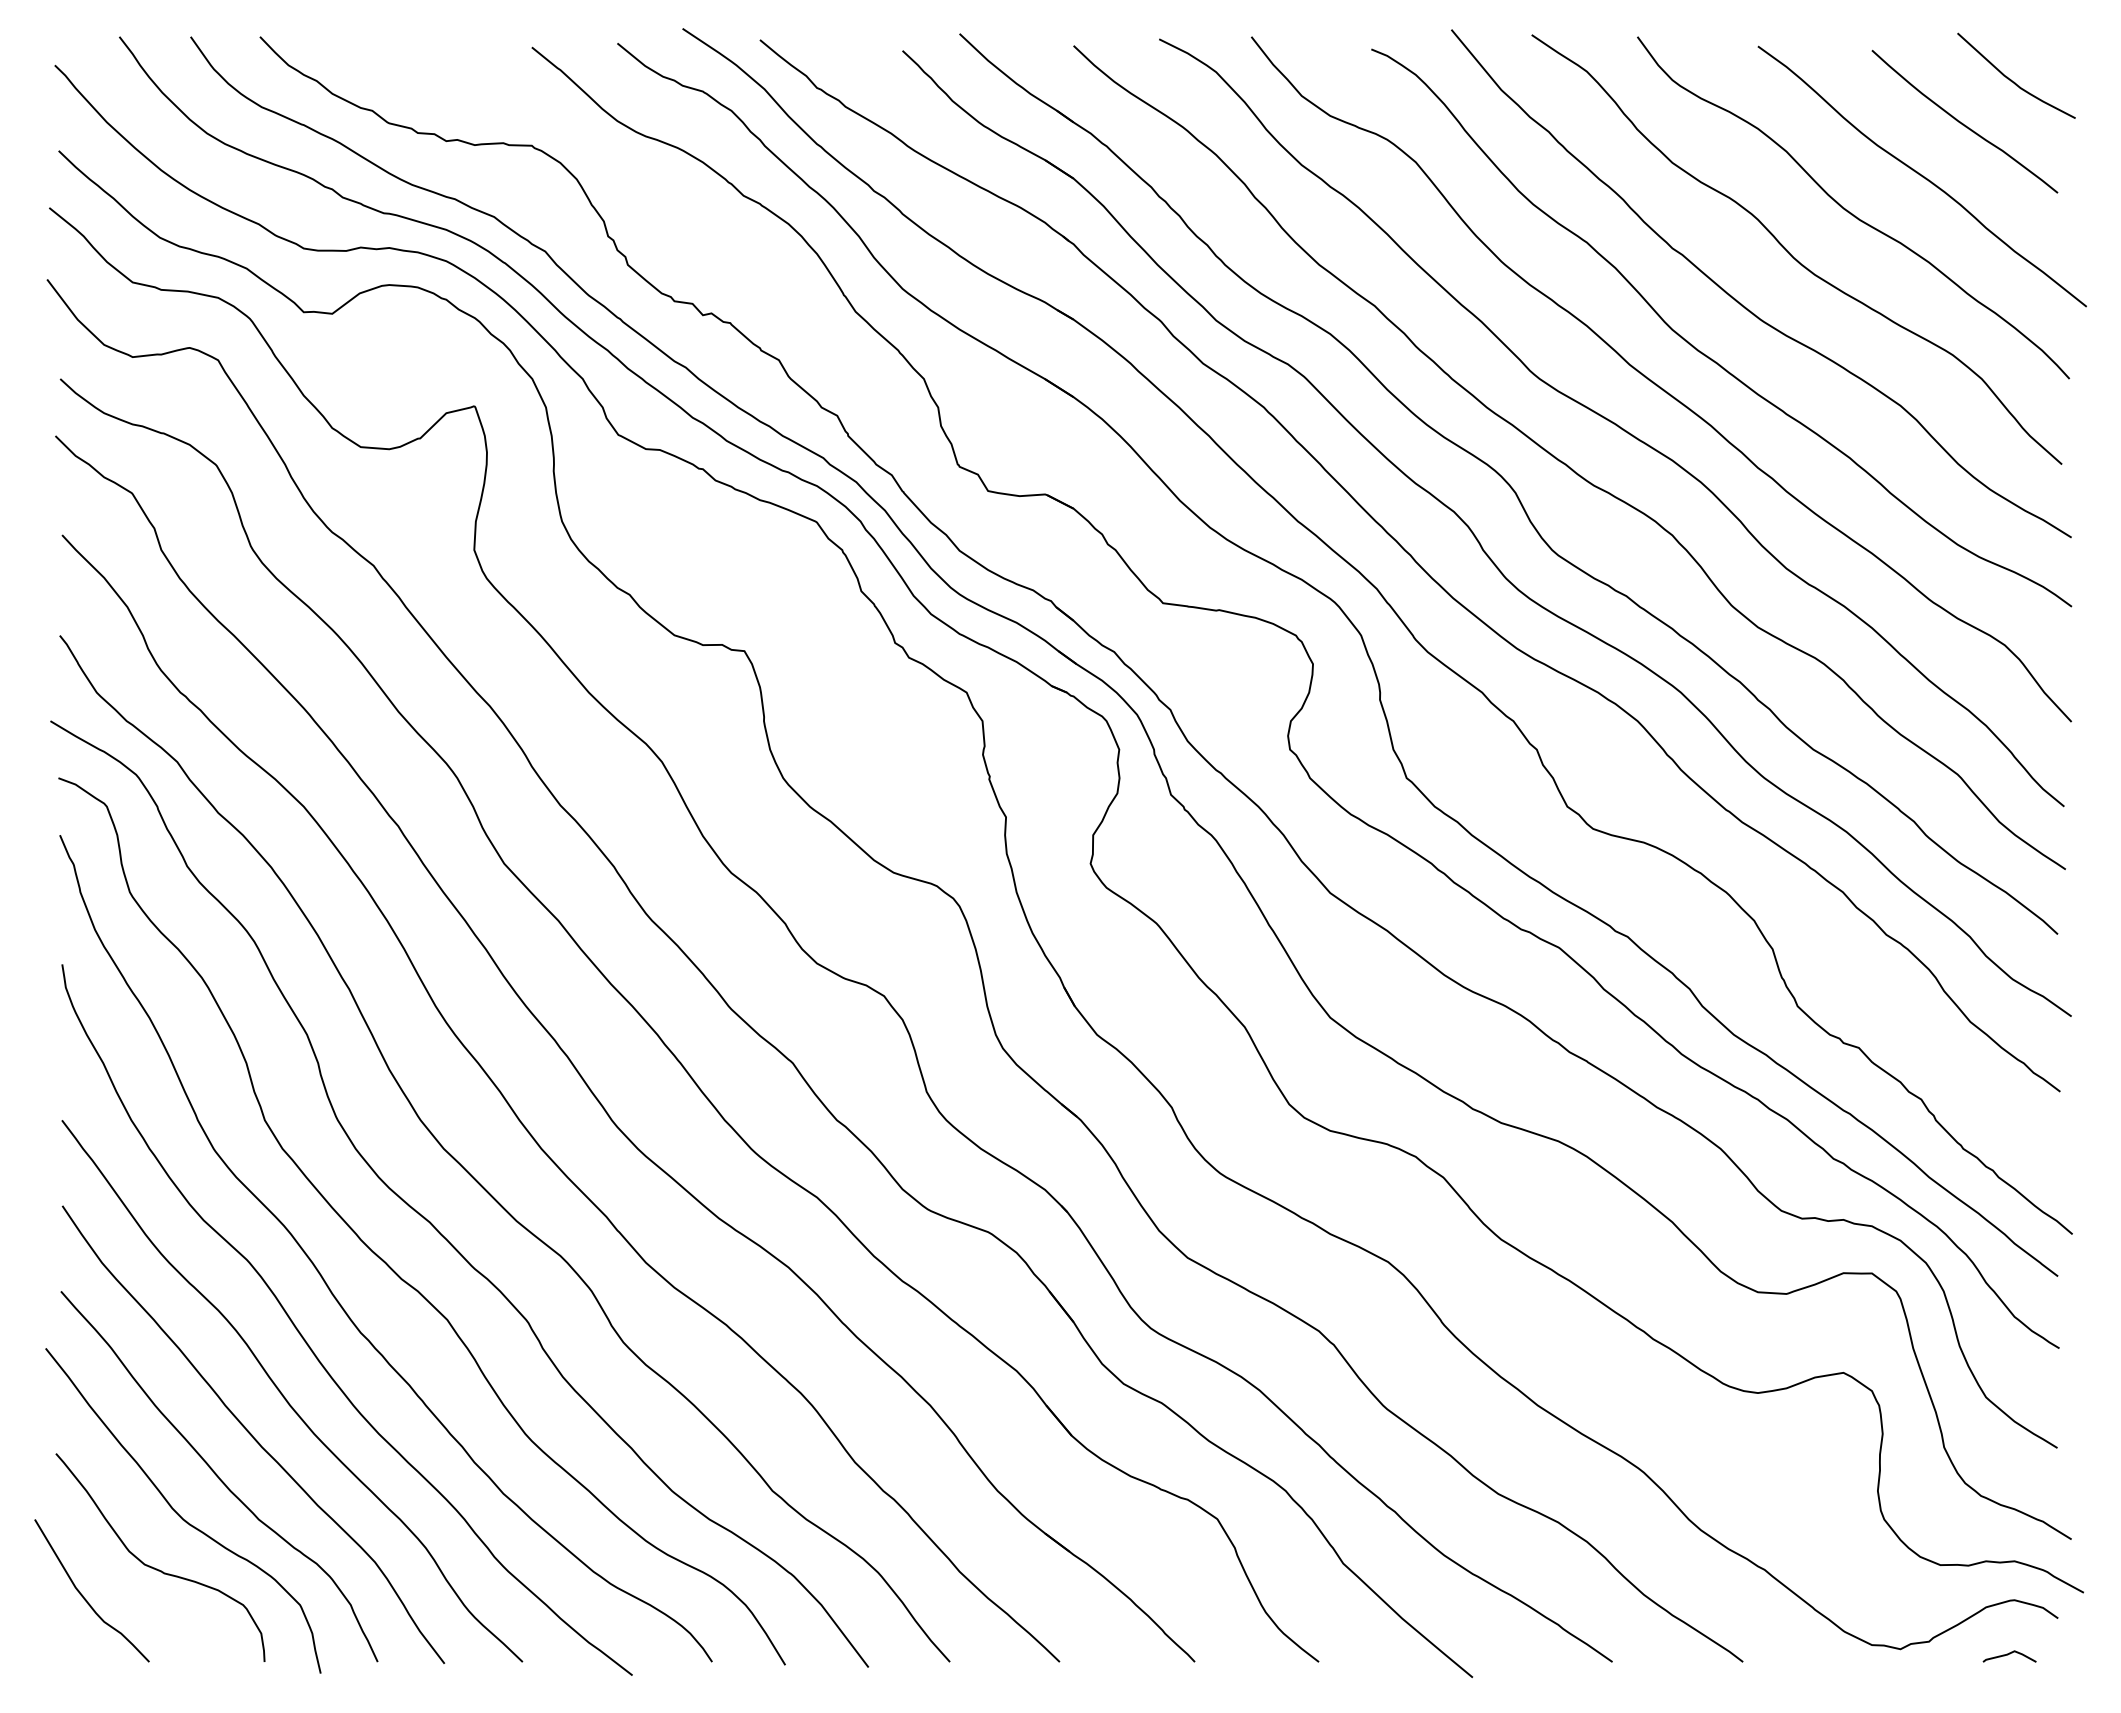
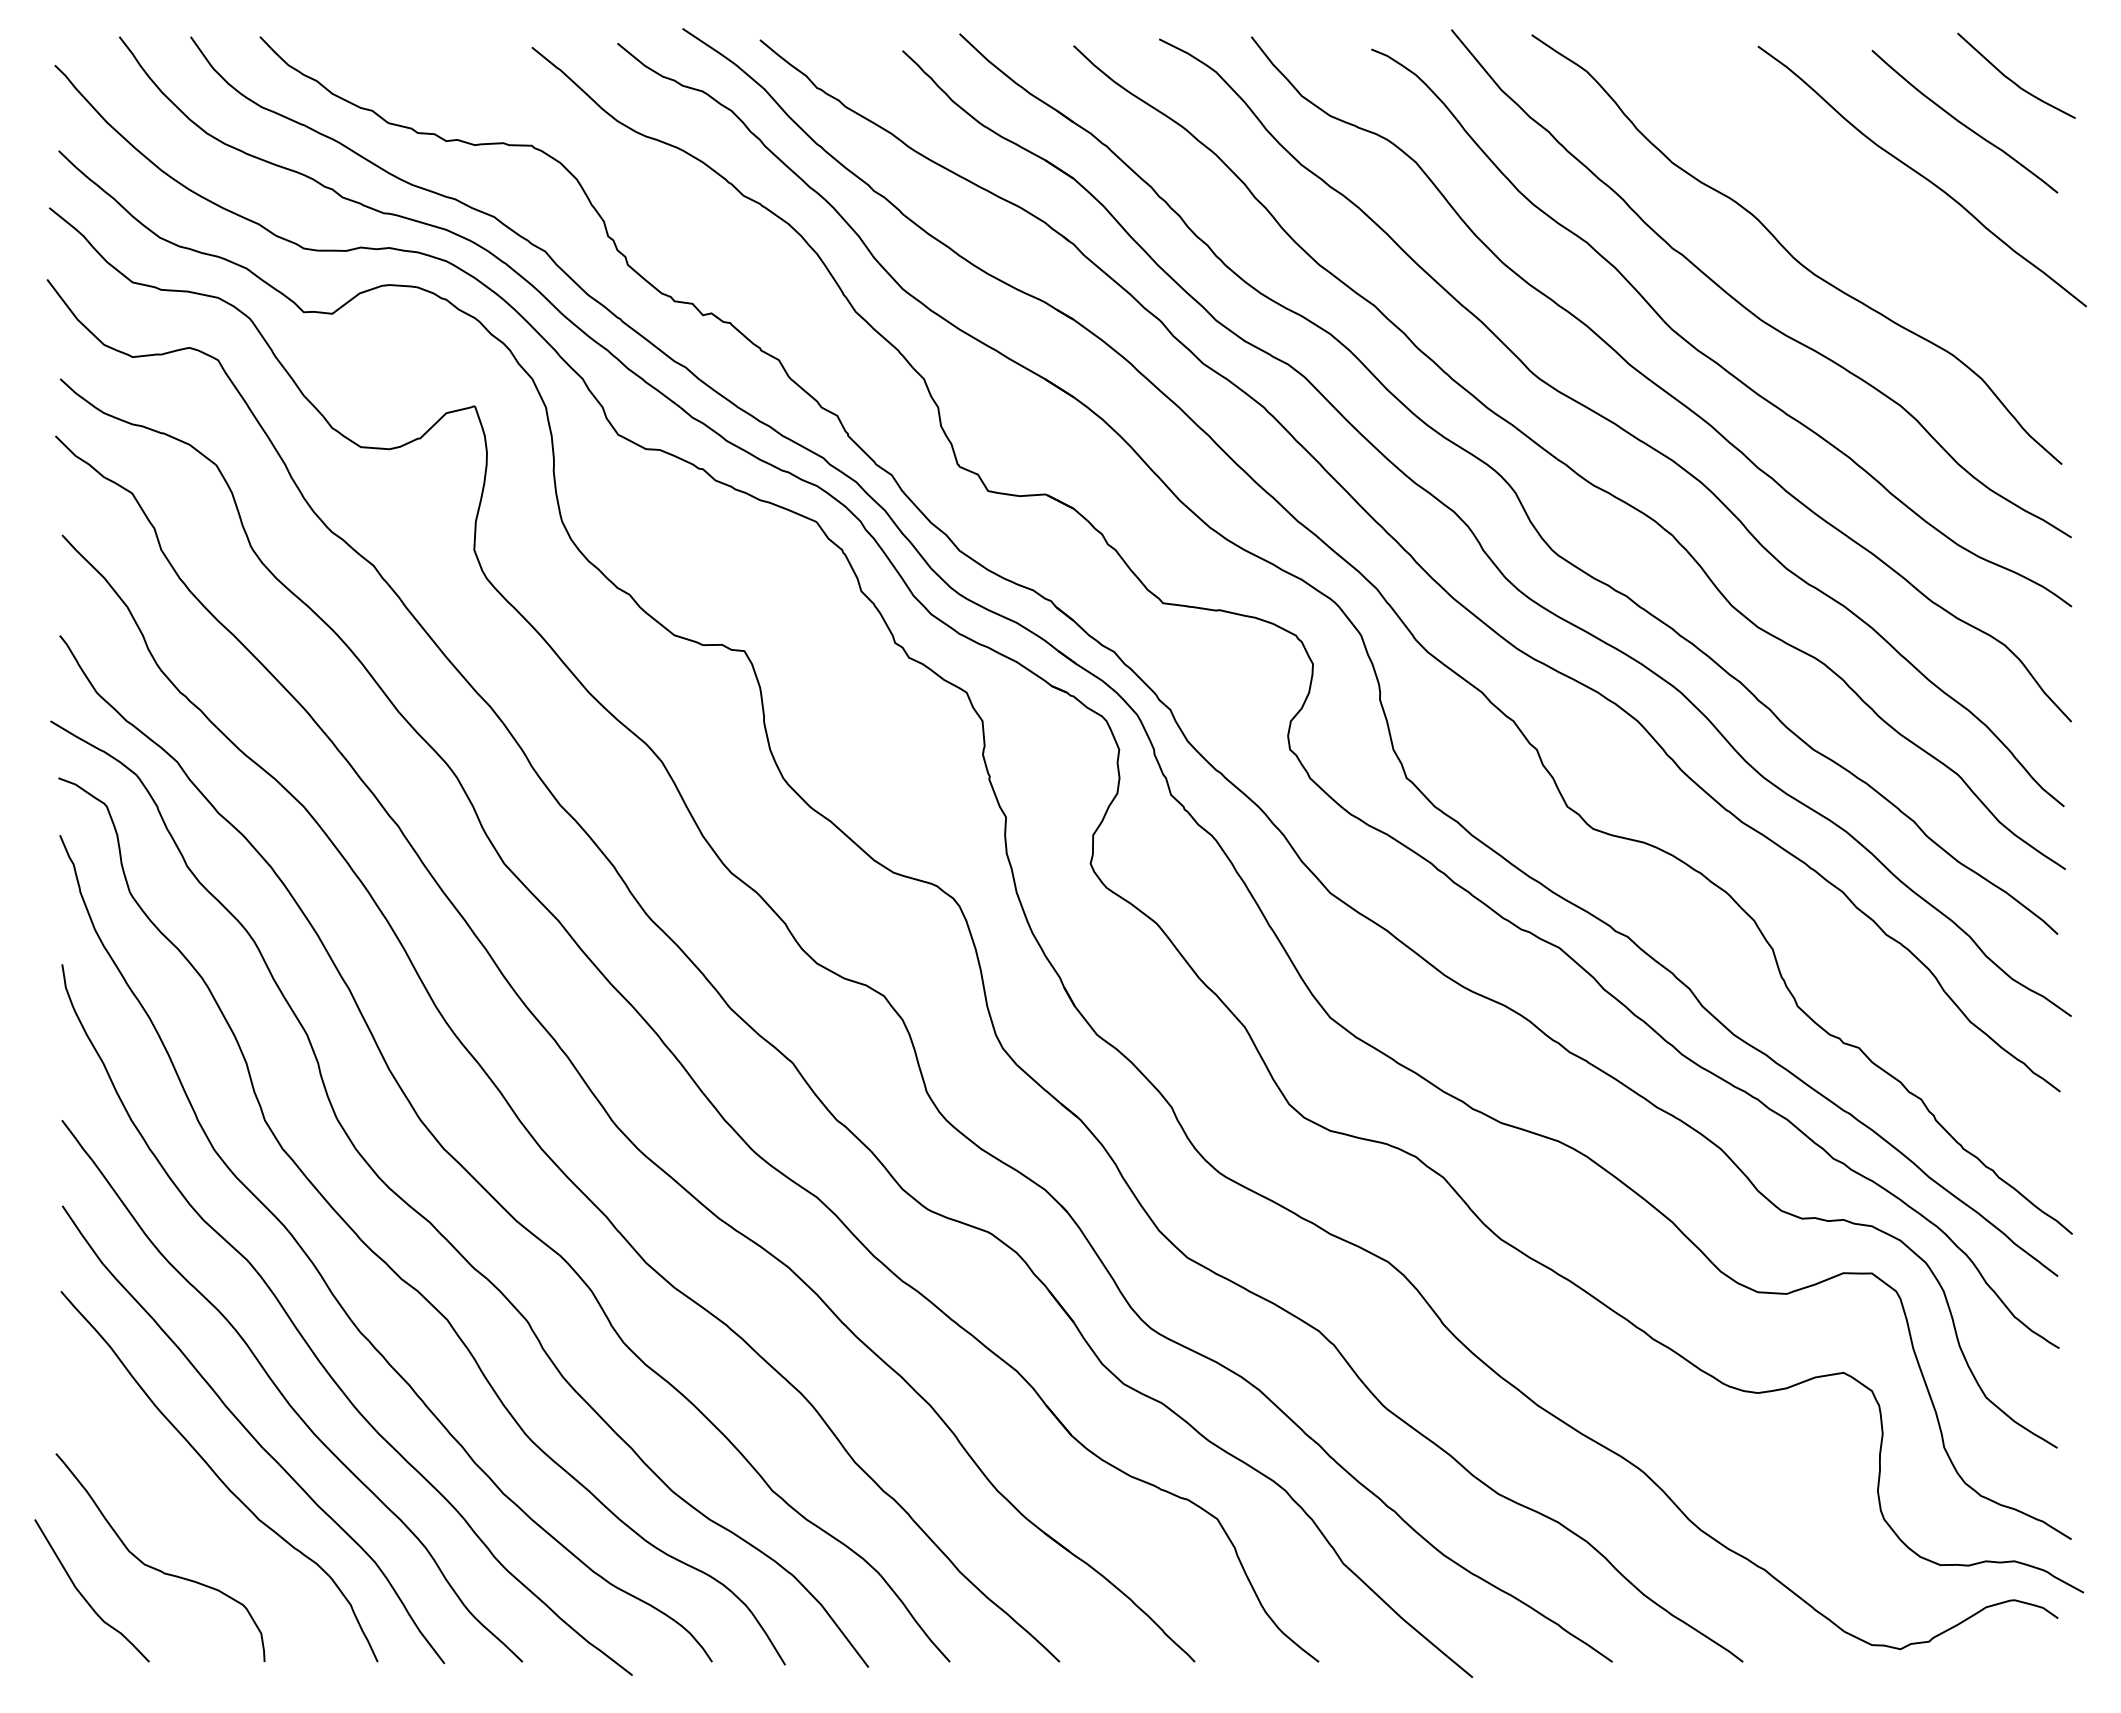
curve at (1851, 212): present -> none
curve at (179, 1514): present -> none
curve at (2008, 1655): present -> none
